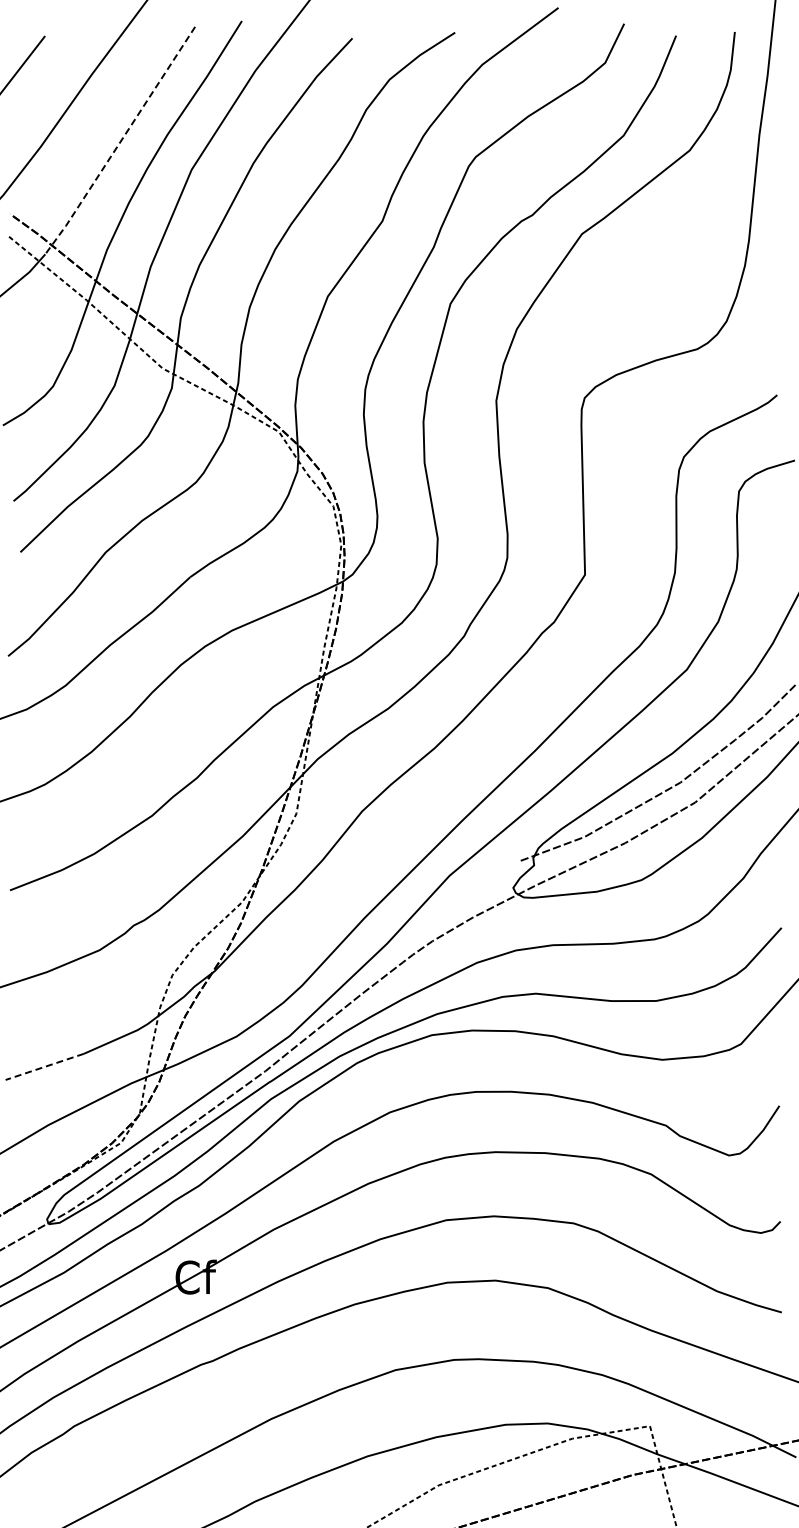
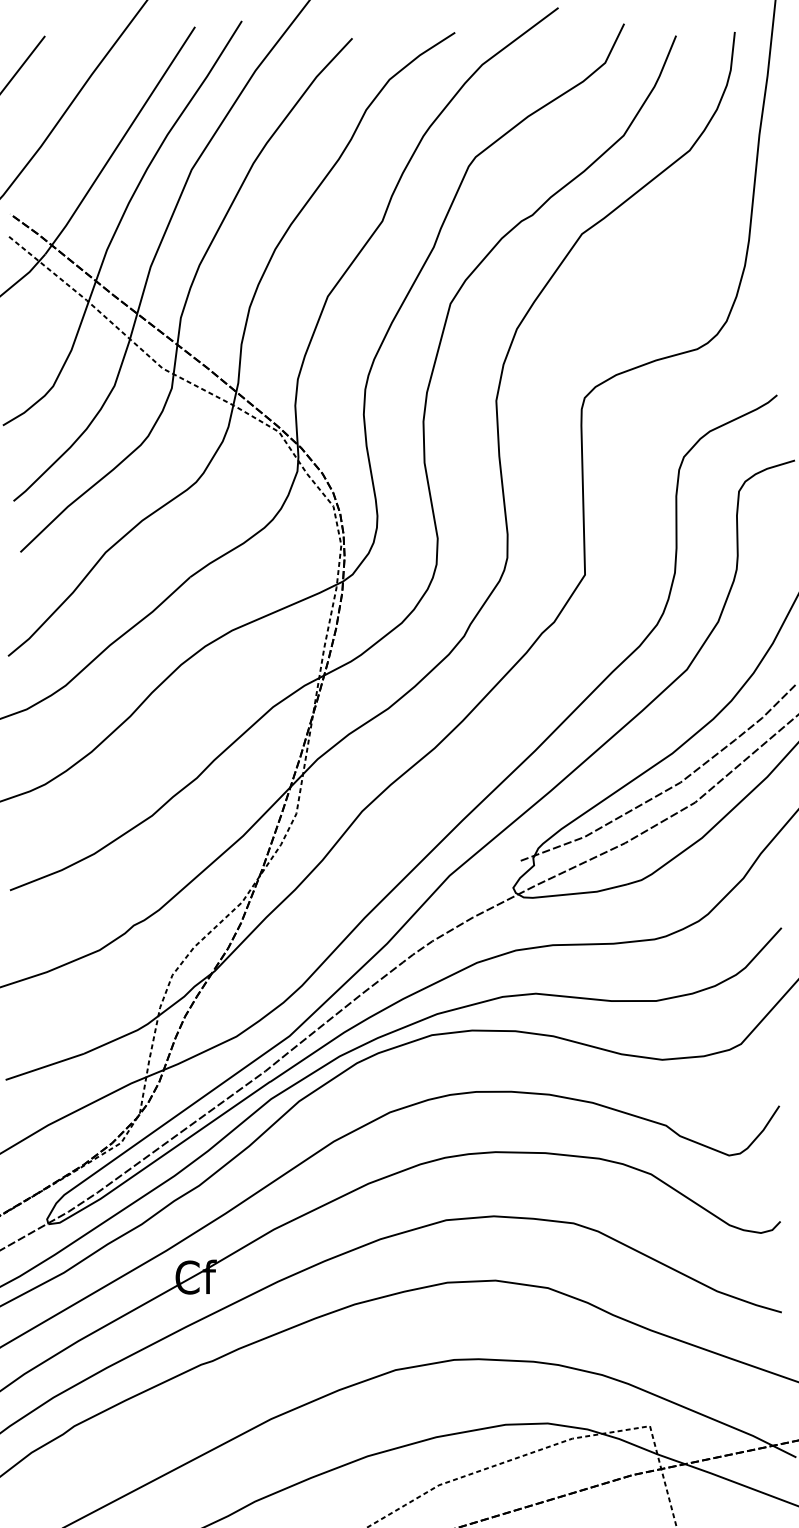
line at (120, 142): dashed -> solid
line at (44, 1067): dashed -> solid
